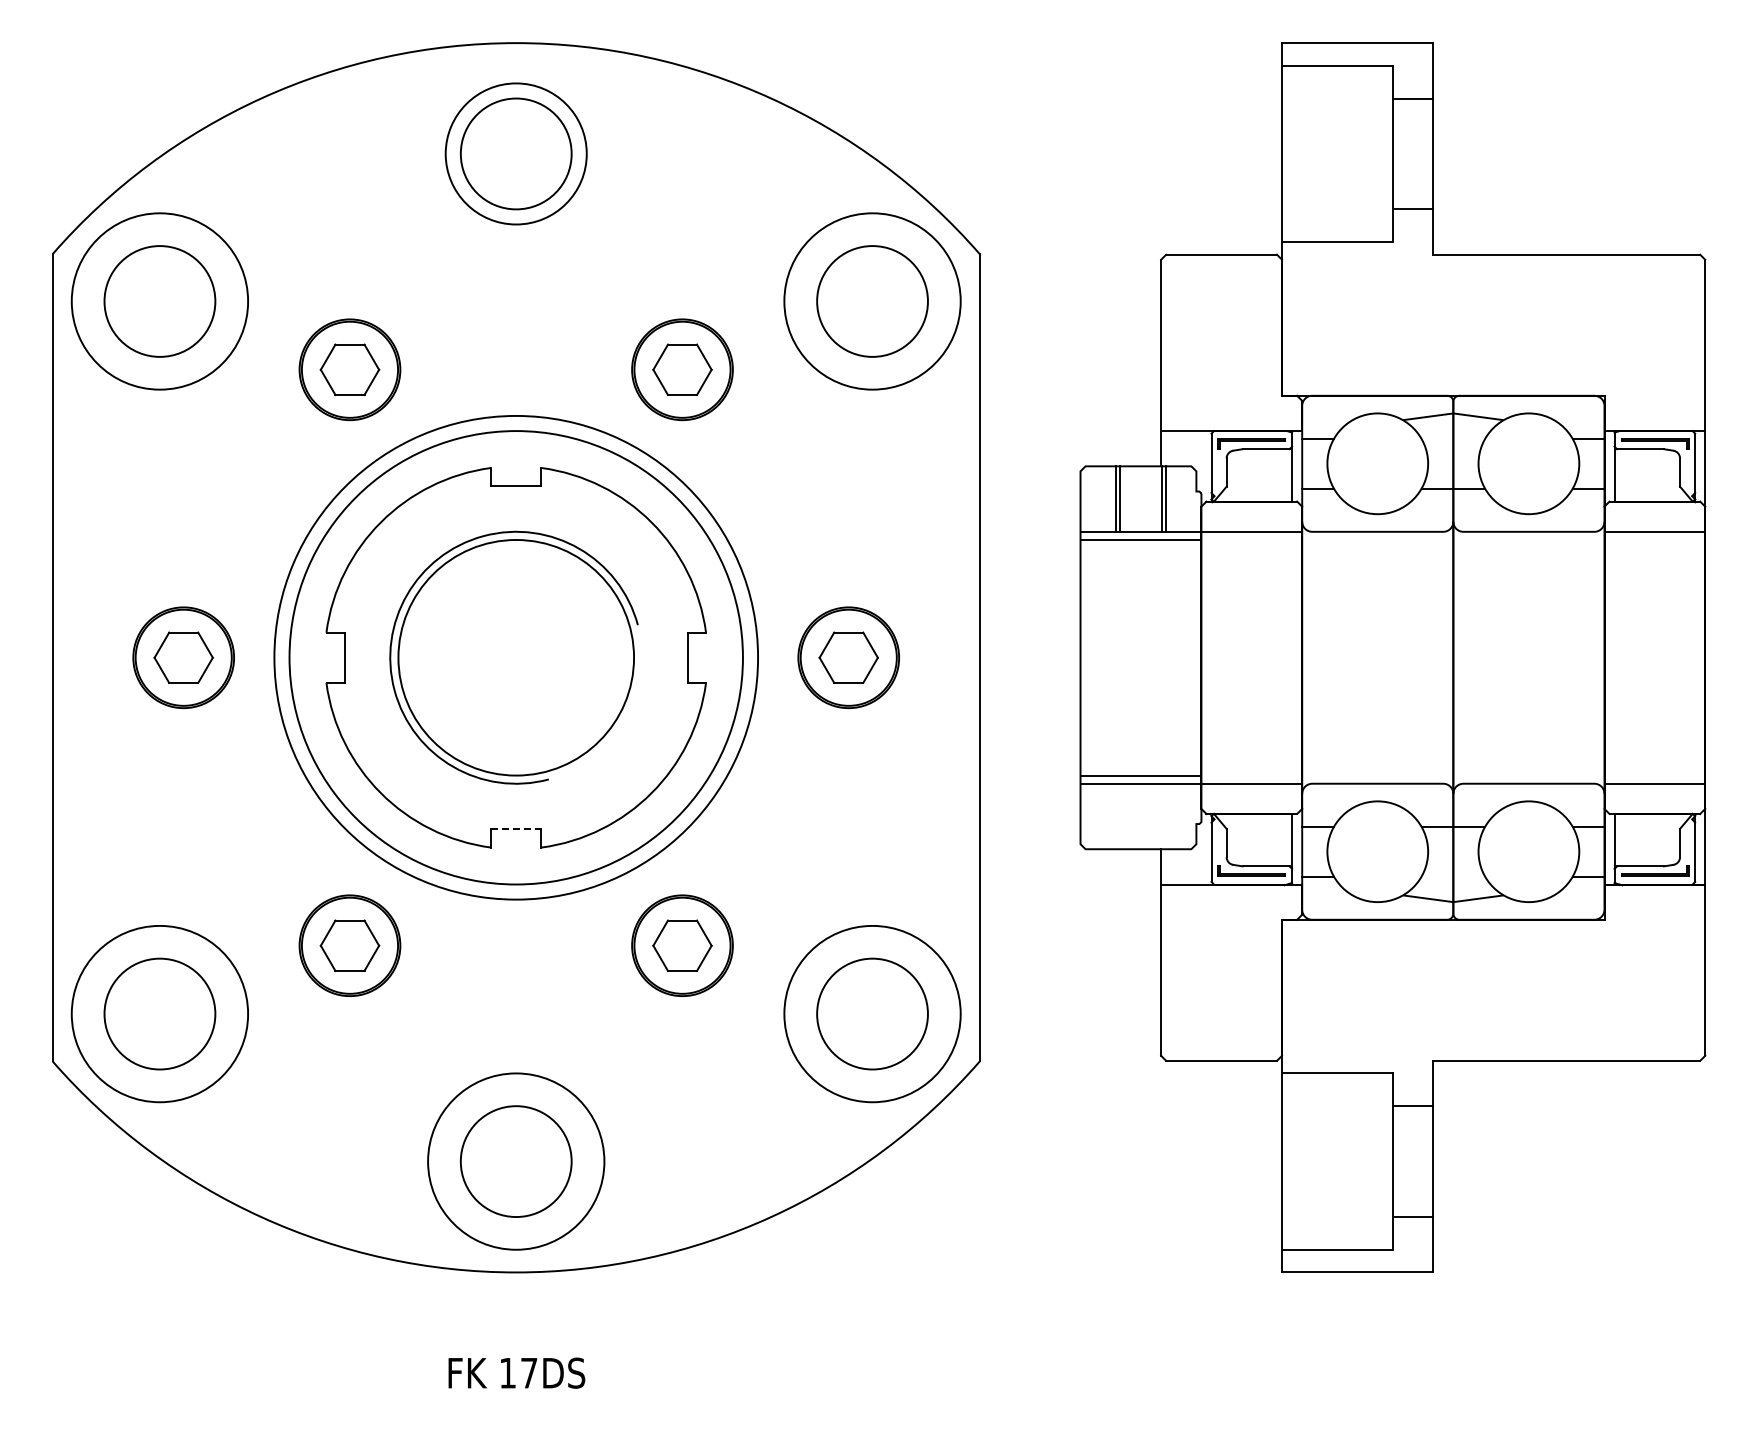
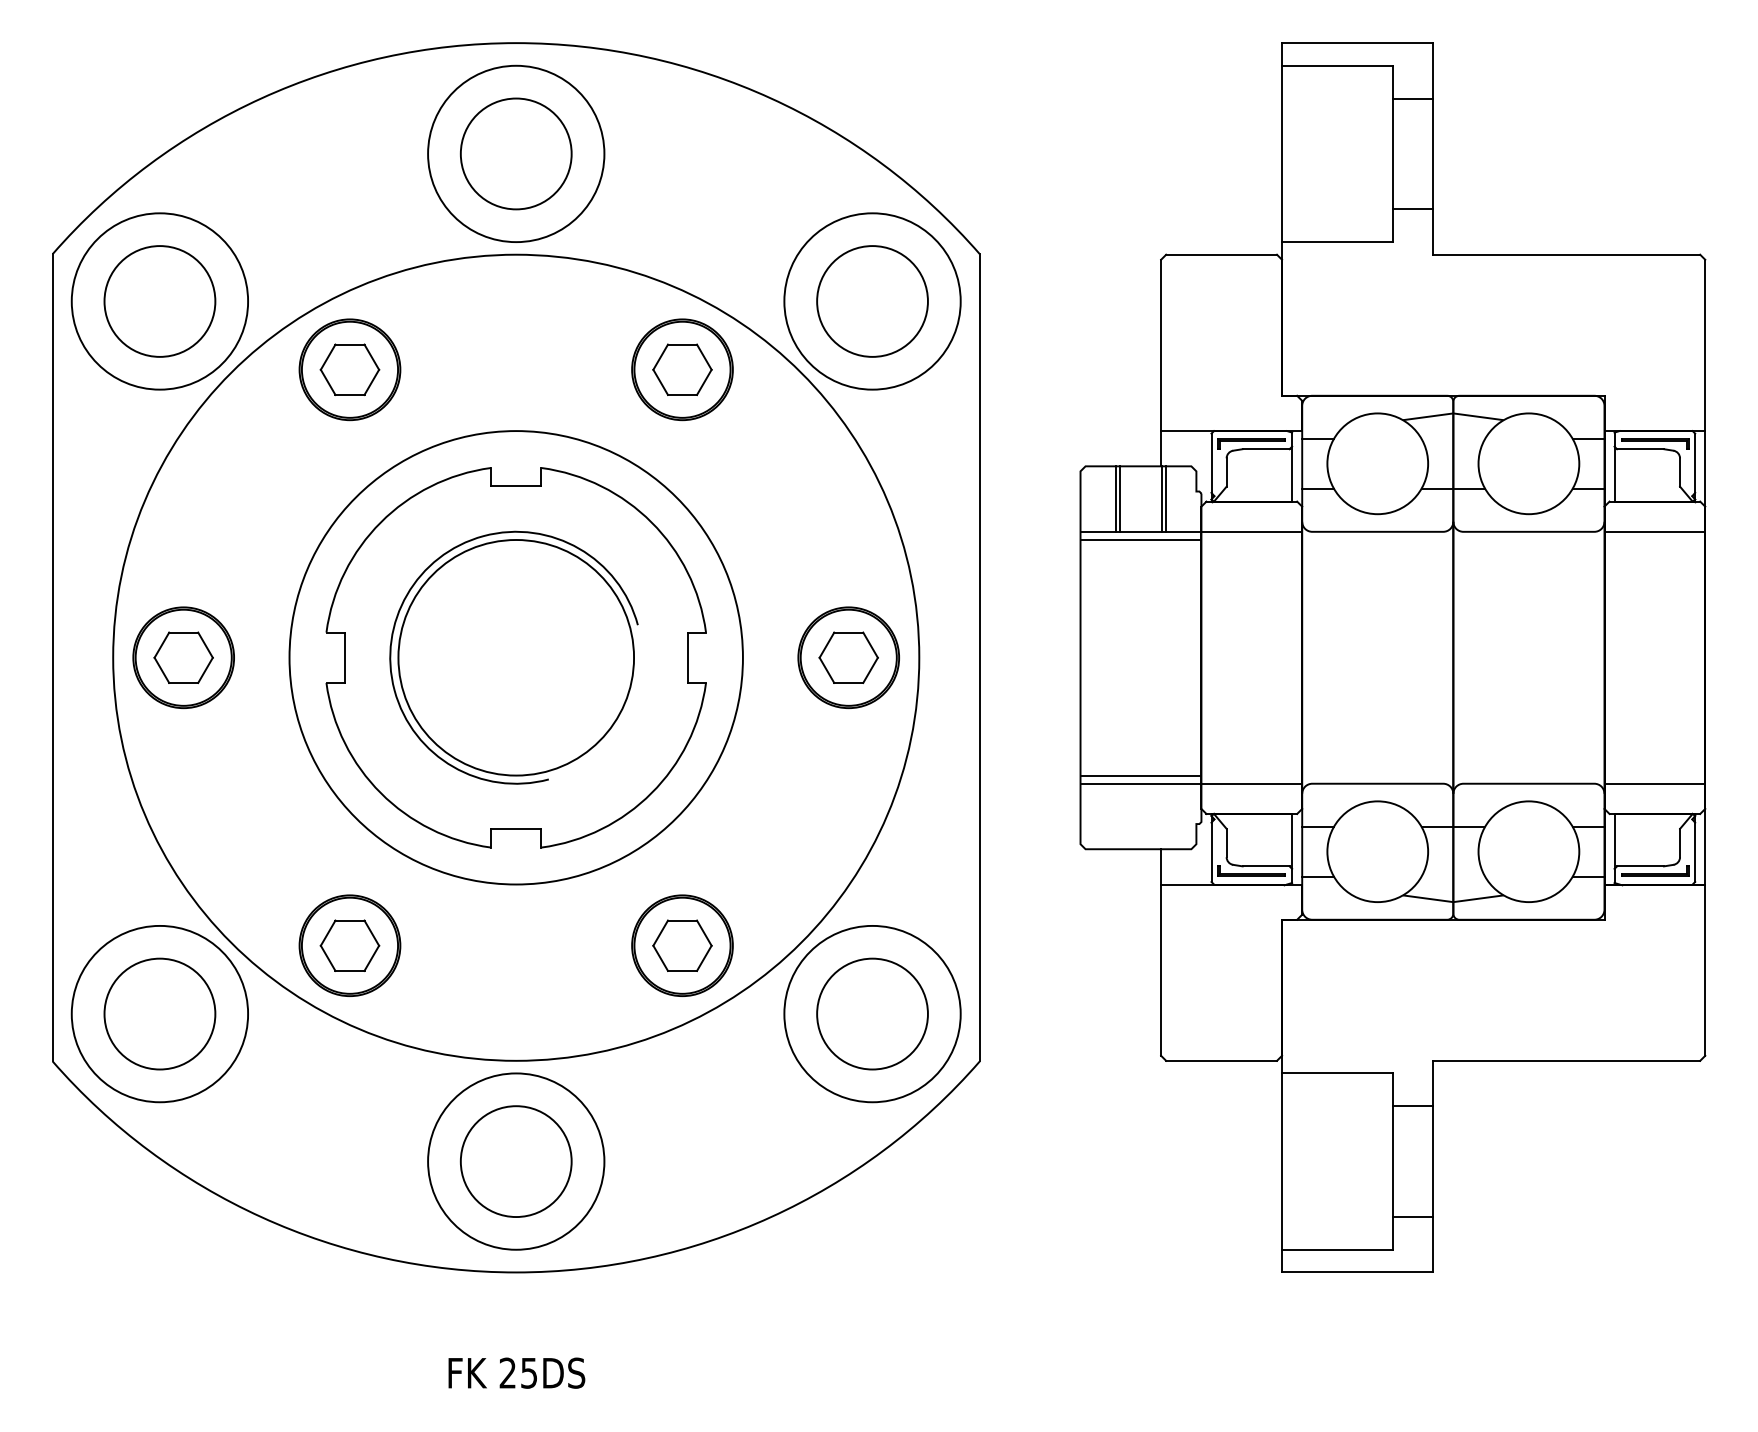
circle at (515, 153) diameter: 141 px -> 176 px
circle at (516, 657) diameter: 484 px -> 806 px
line at (516, 829): dashed -> solid
text at (518, 1372): 17DS -> 25DS
